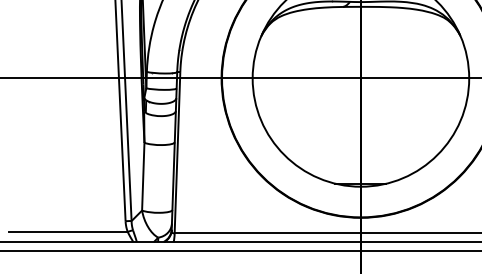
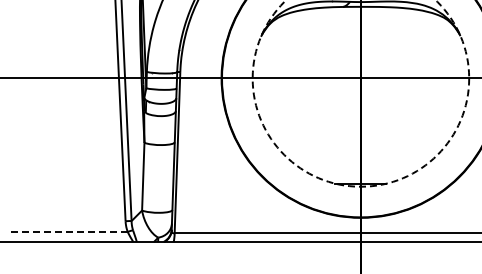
circle at (360, 93): solid -> dashed
line at (67, 232): solid -> dashed
line at (240, 251): present -> none
